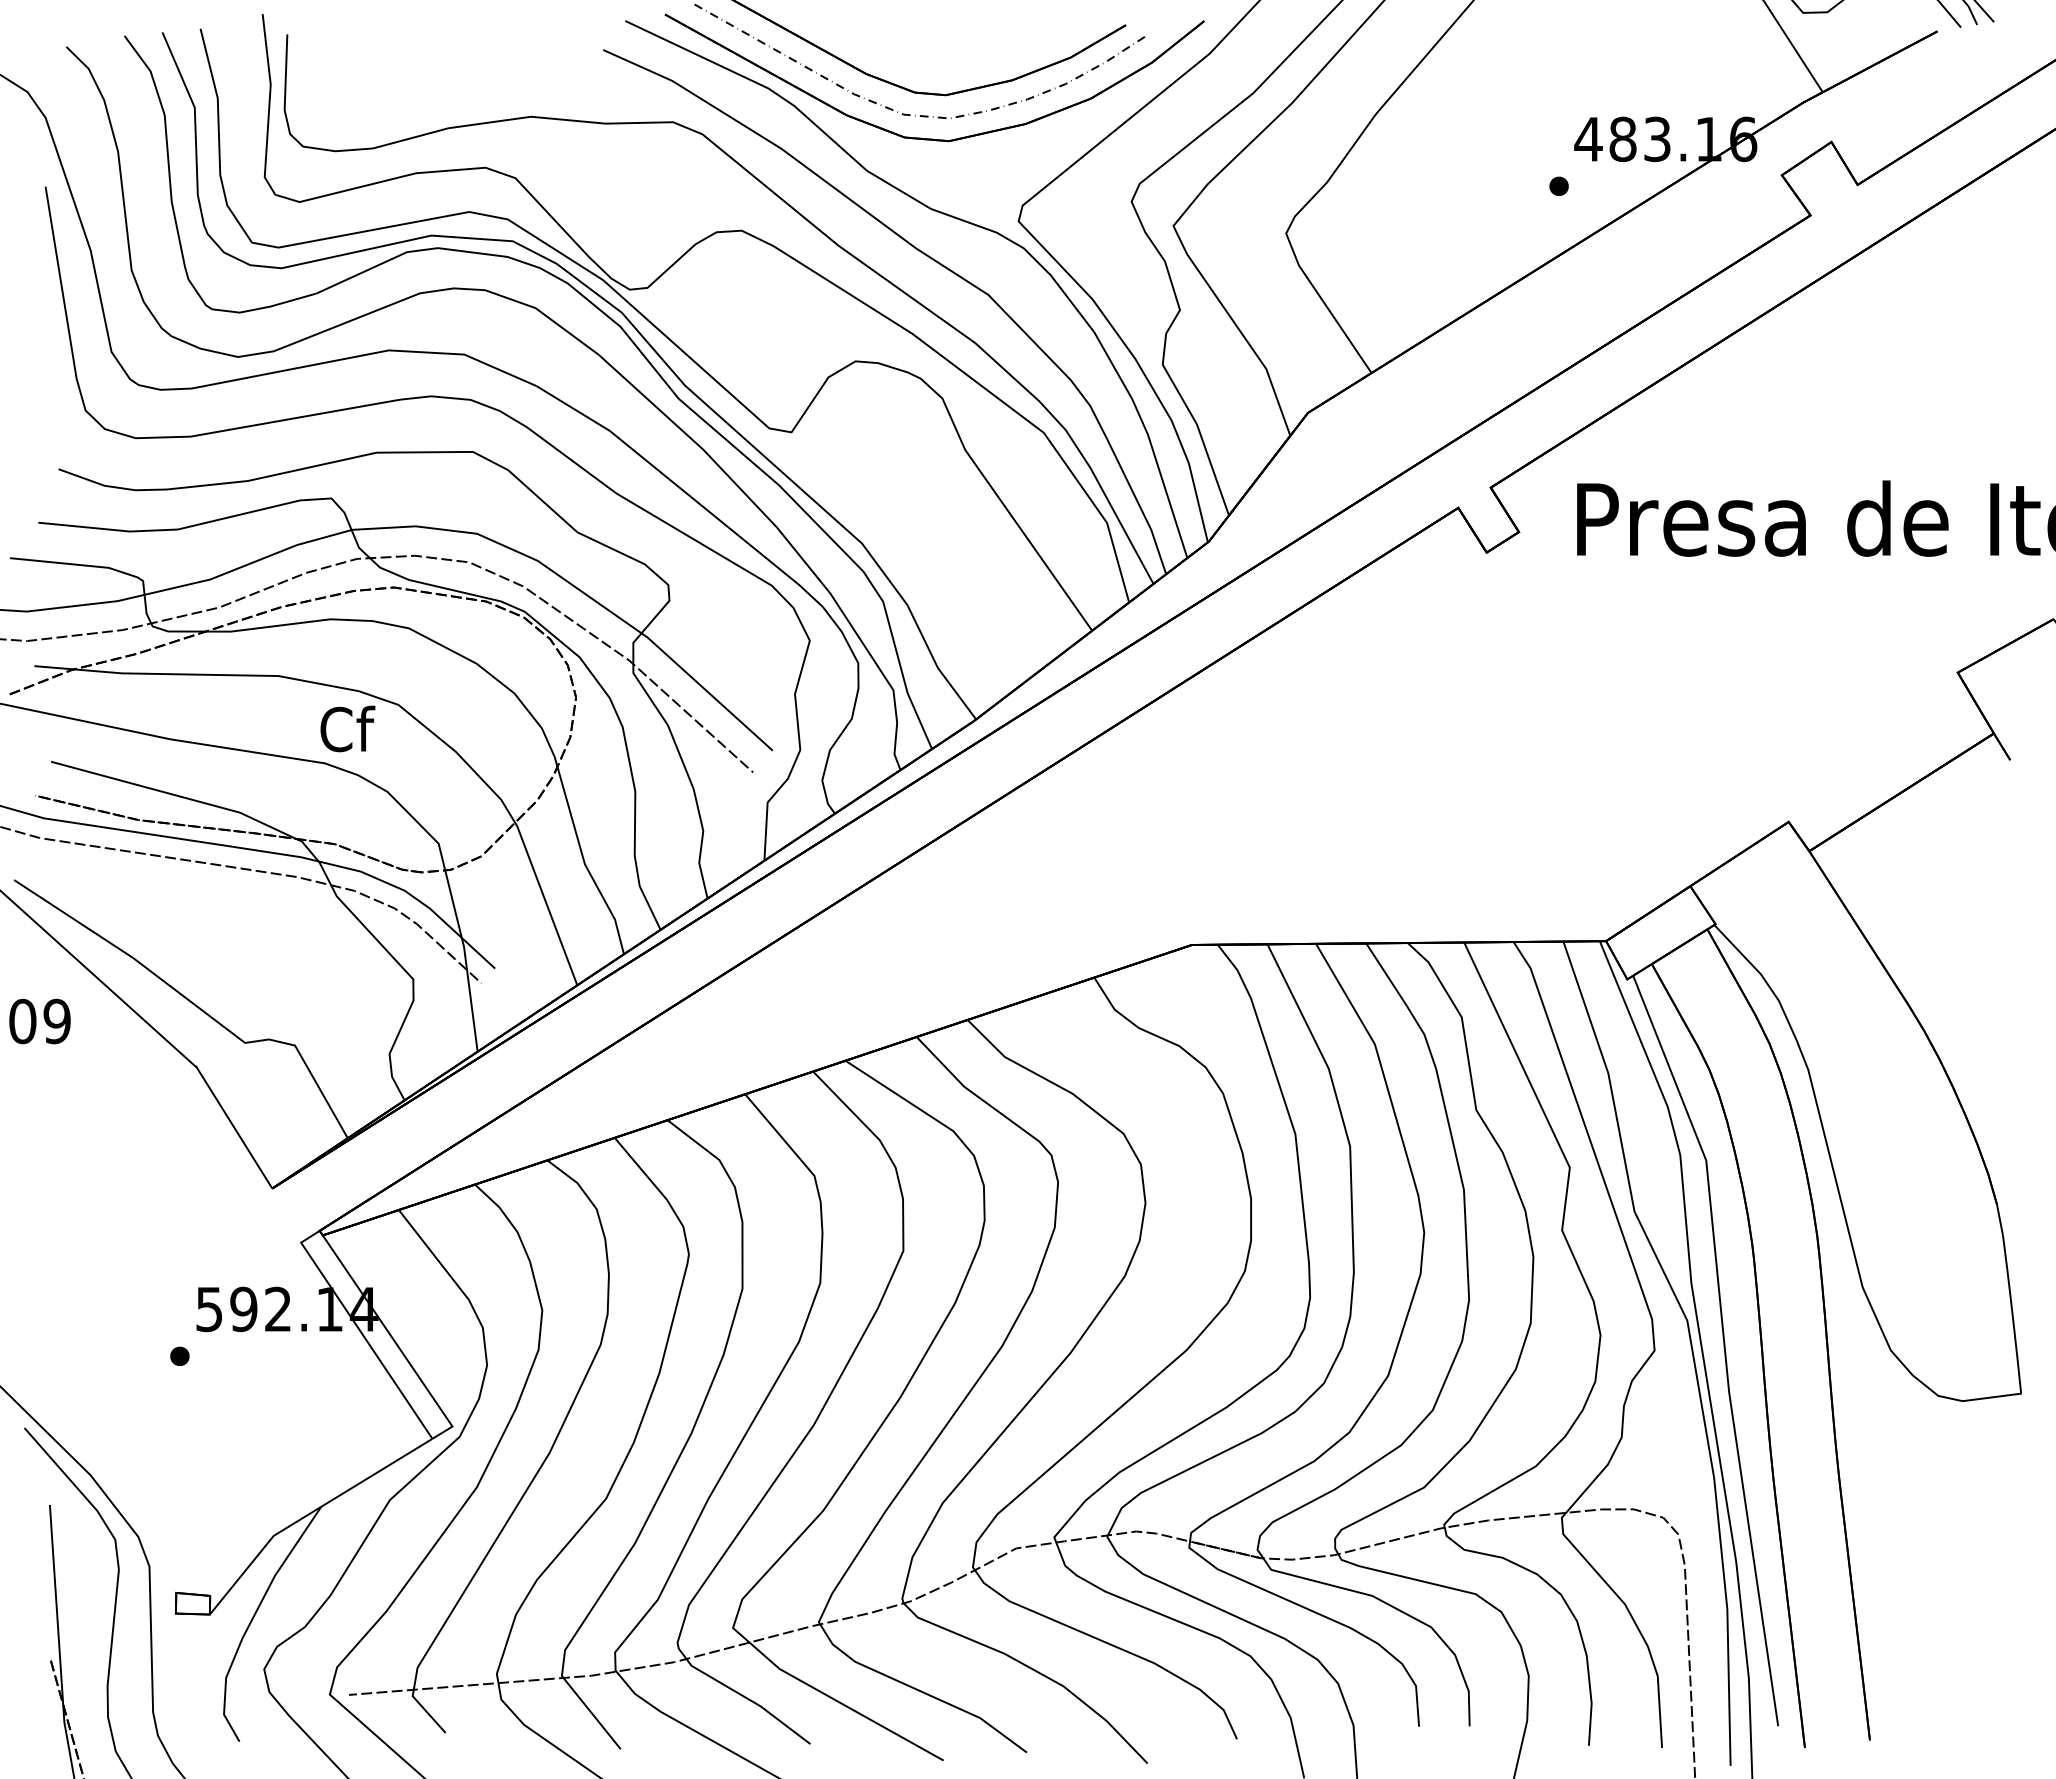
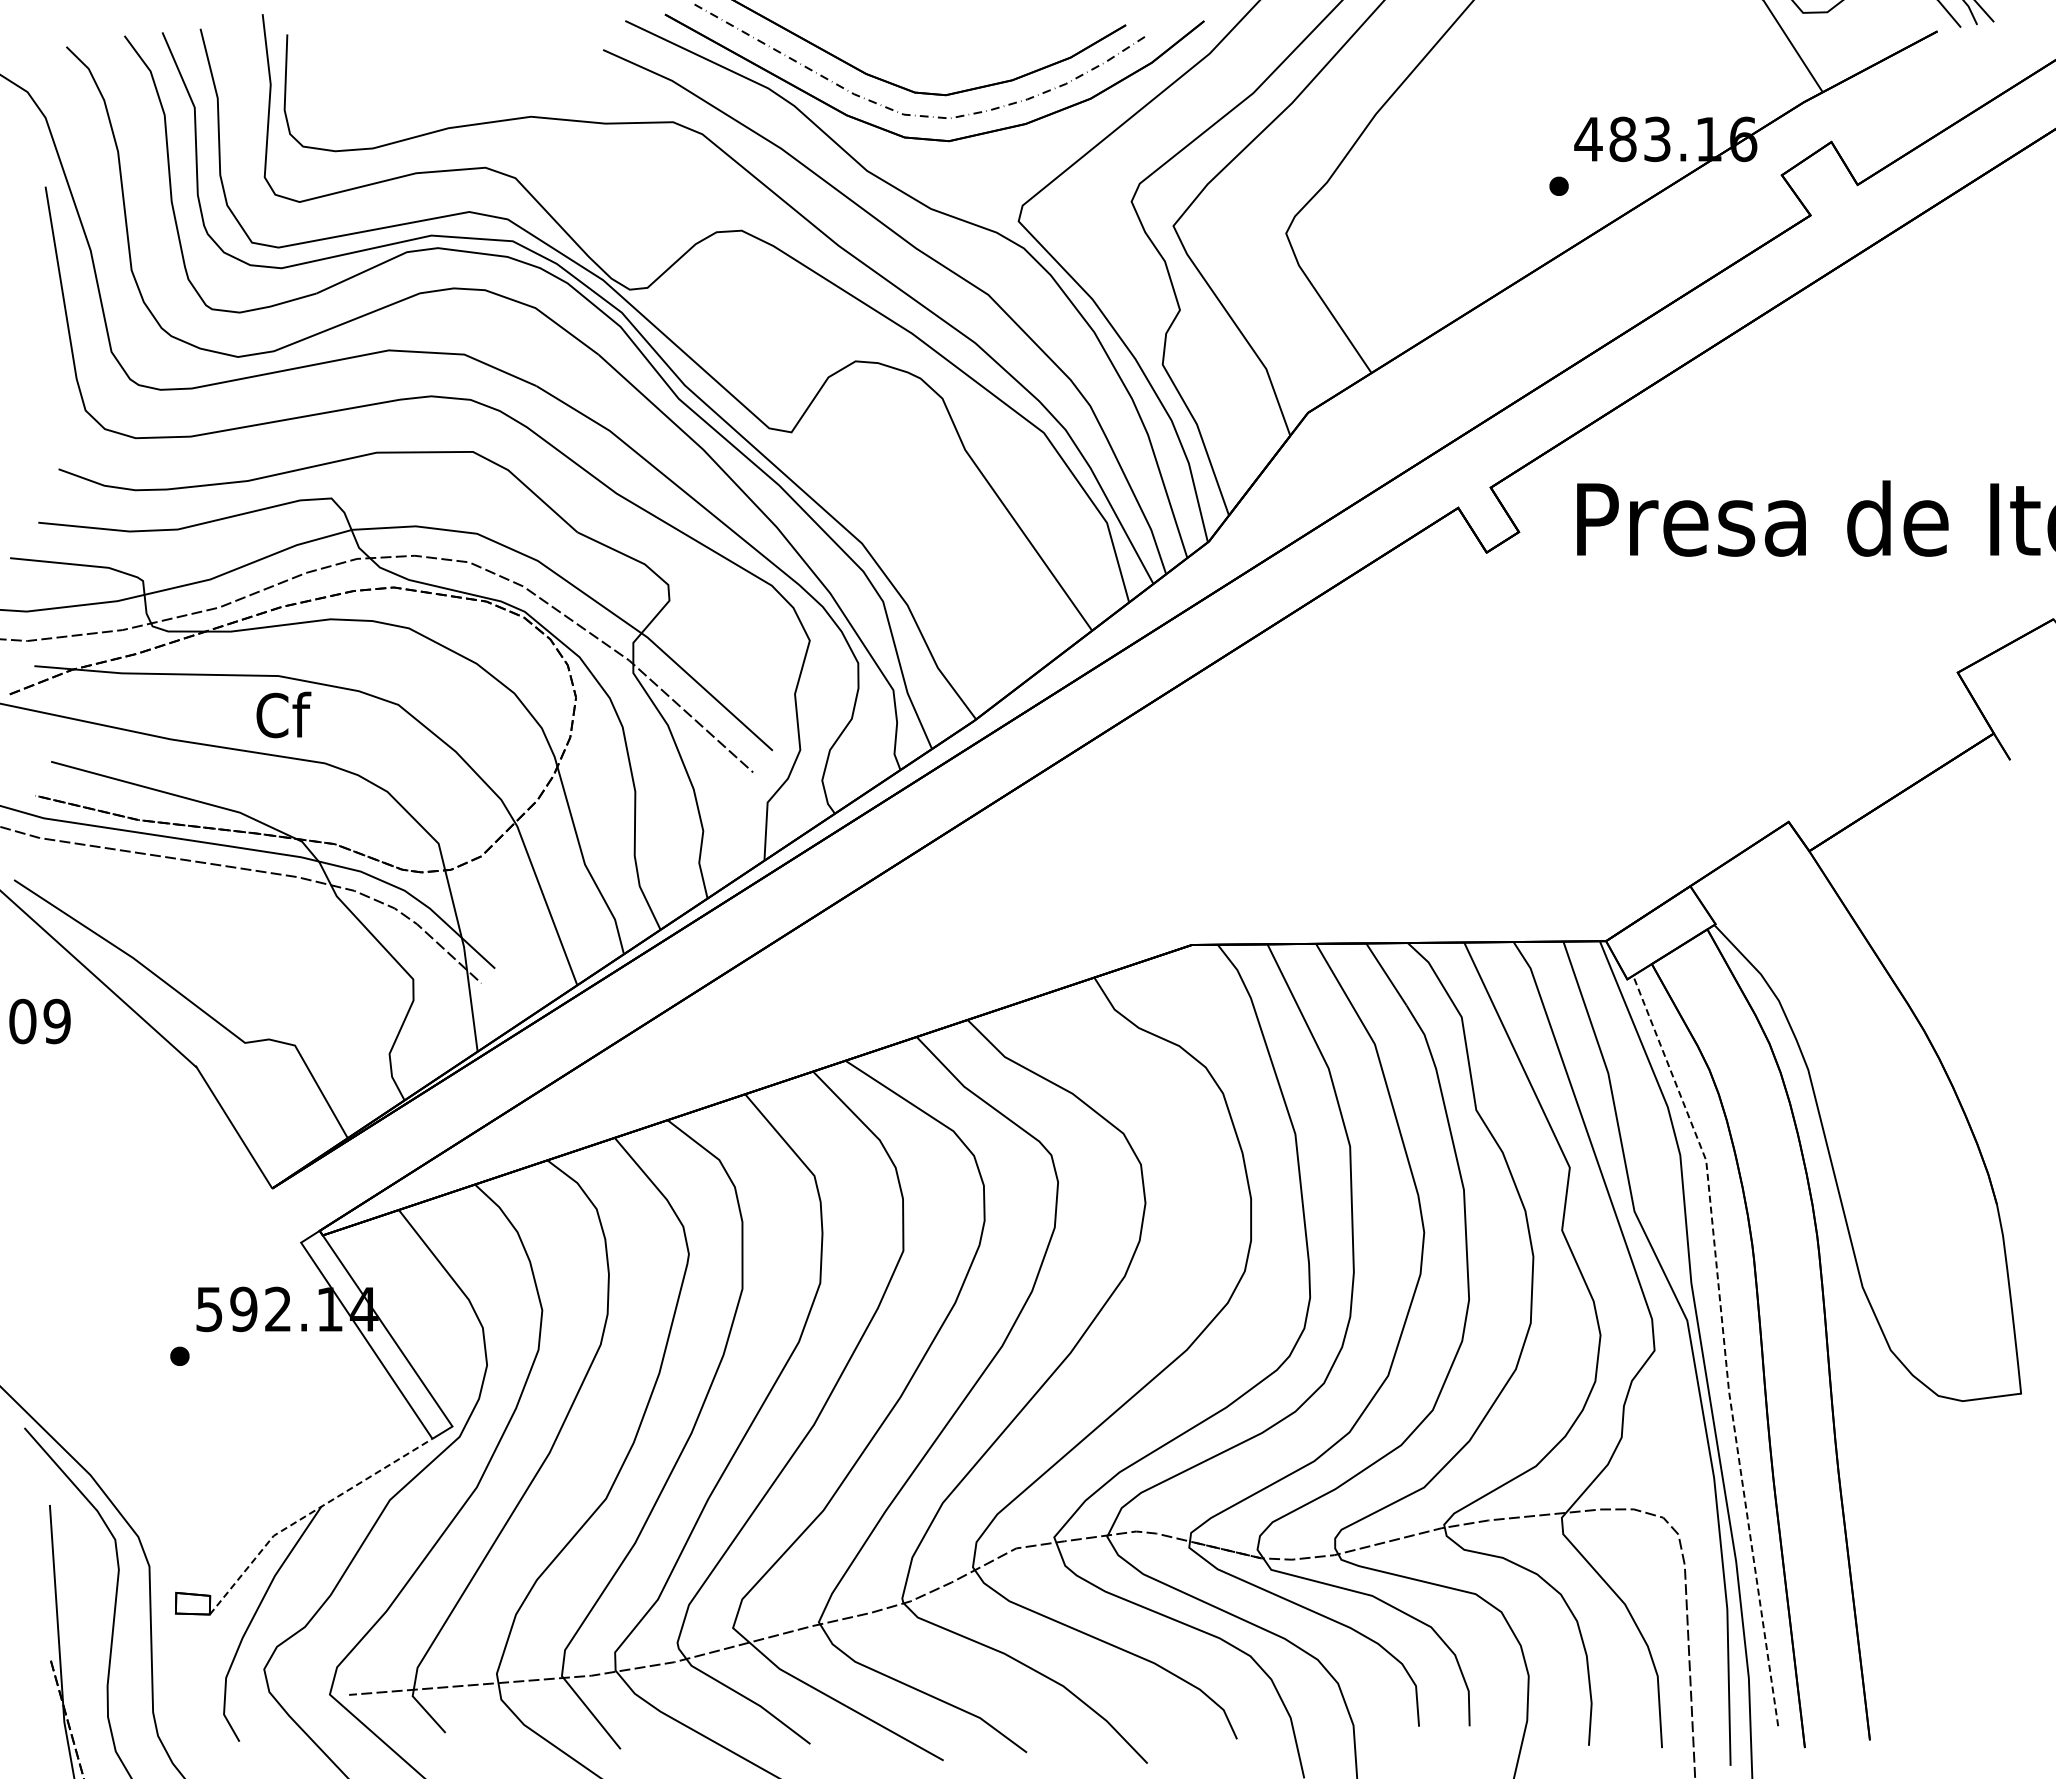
text at (347, 728) position: (347, 728) -> (283, 714)
line at (1724, 1345): solid -> dashed
line at (309, 1514): solid -> dashed
